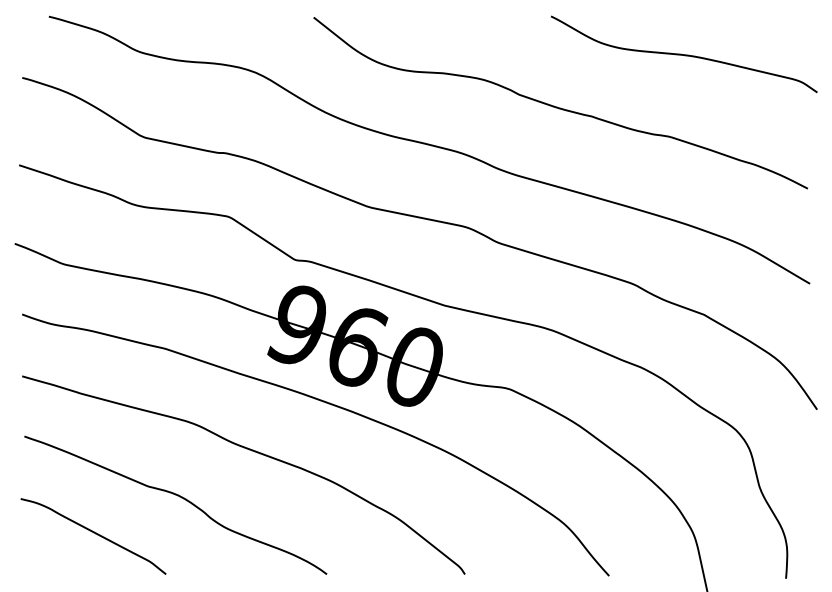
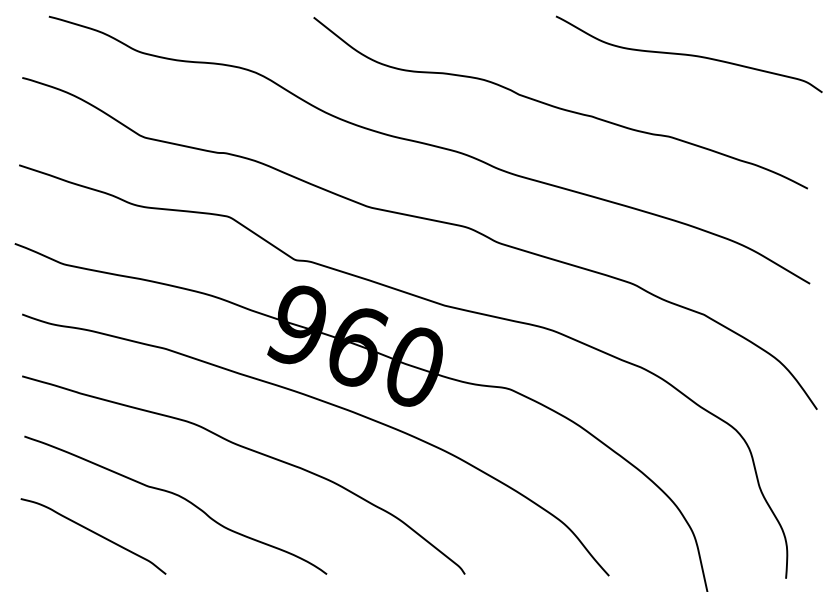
curve at (683, 54) position: (683, 54) -> (688, 54)
